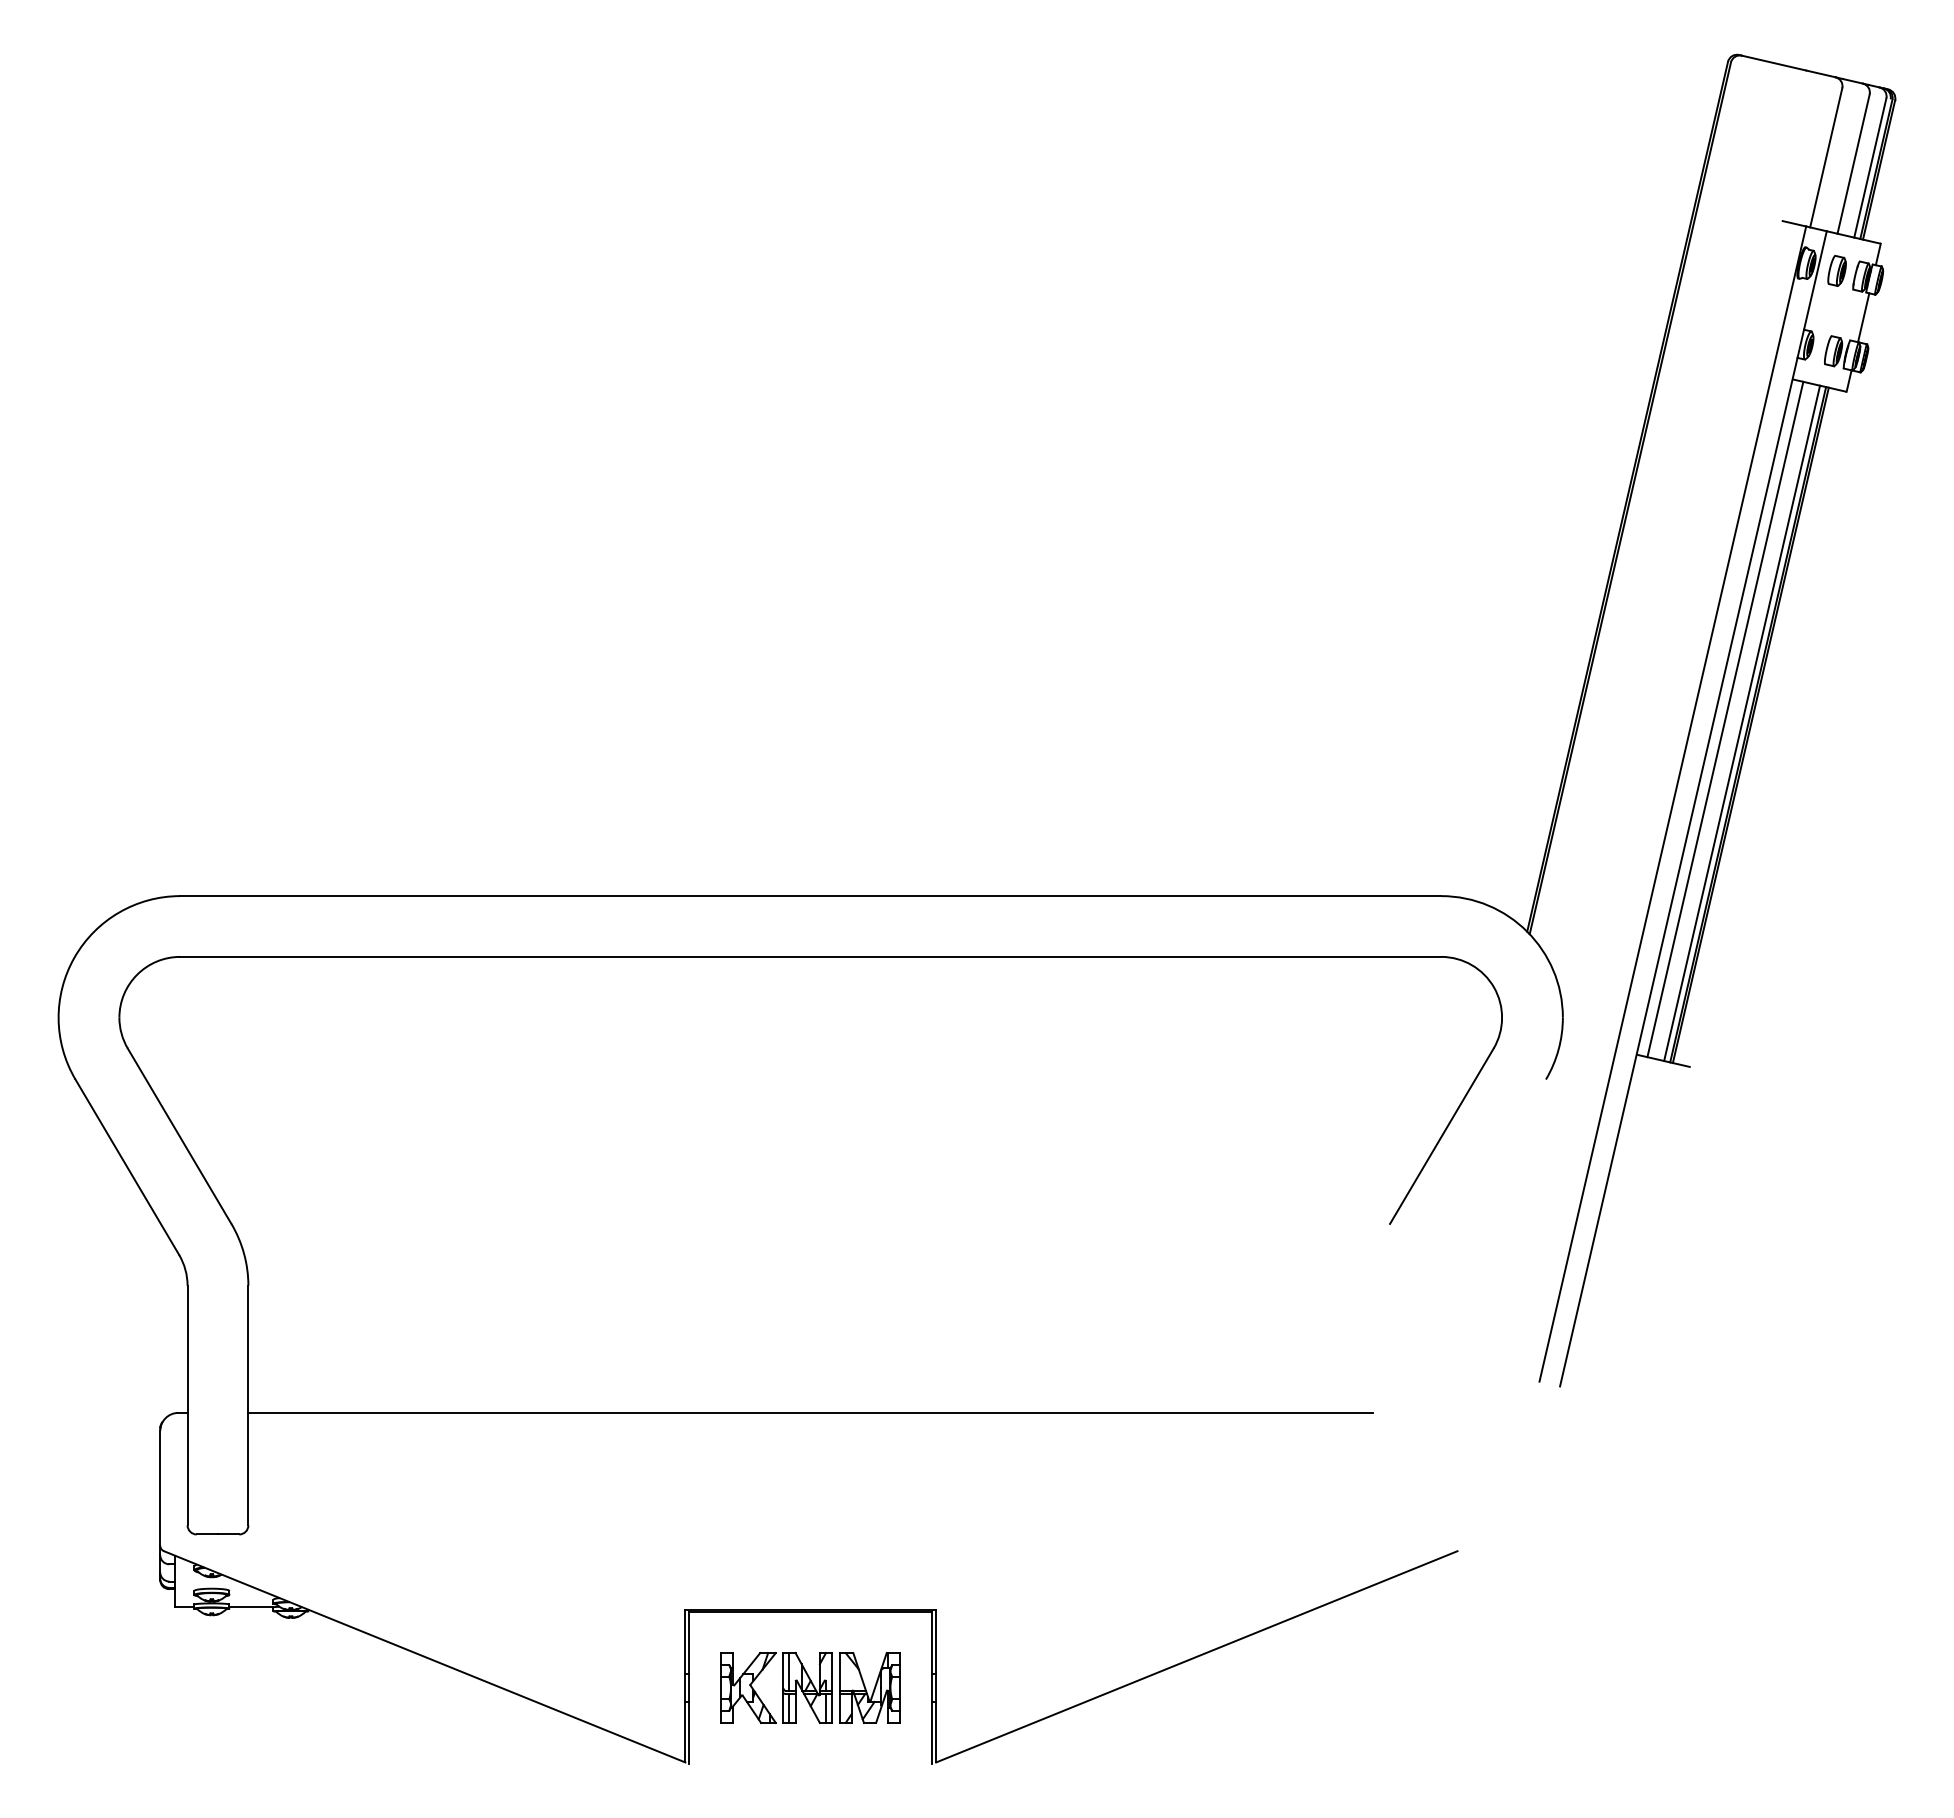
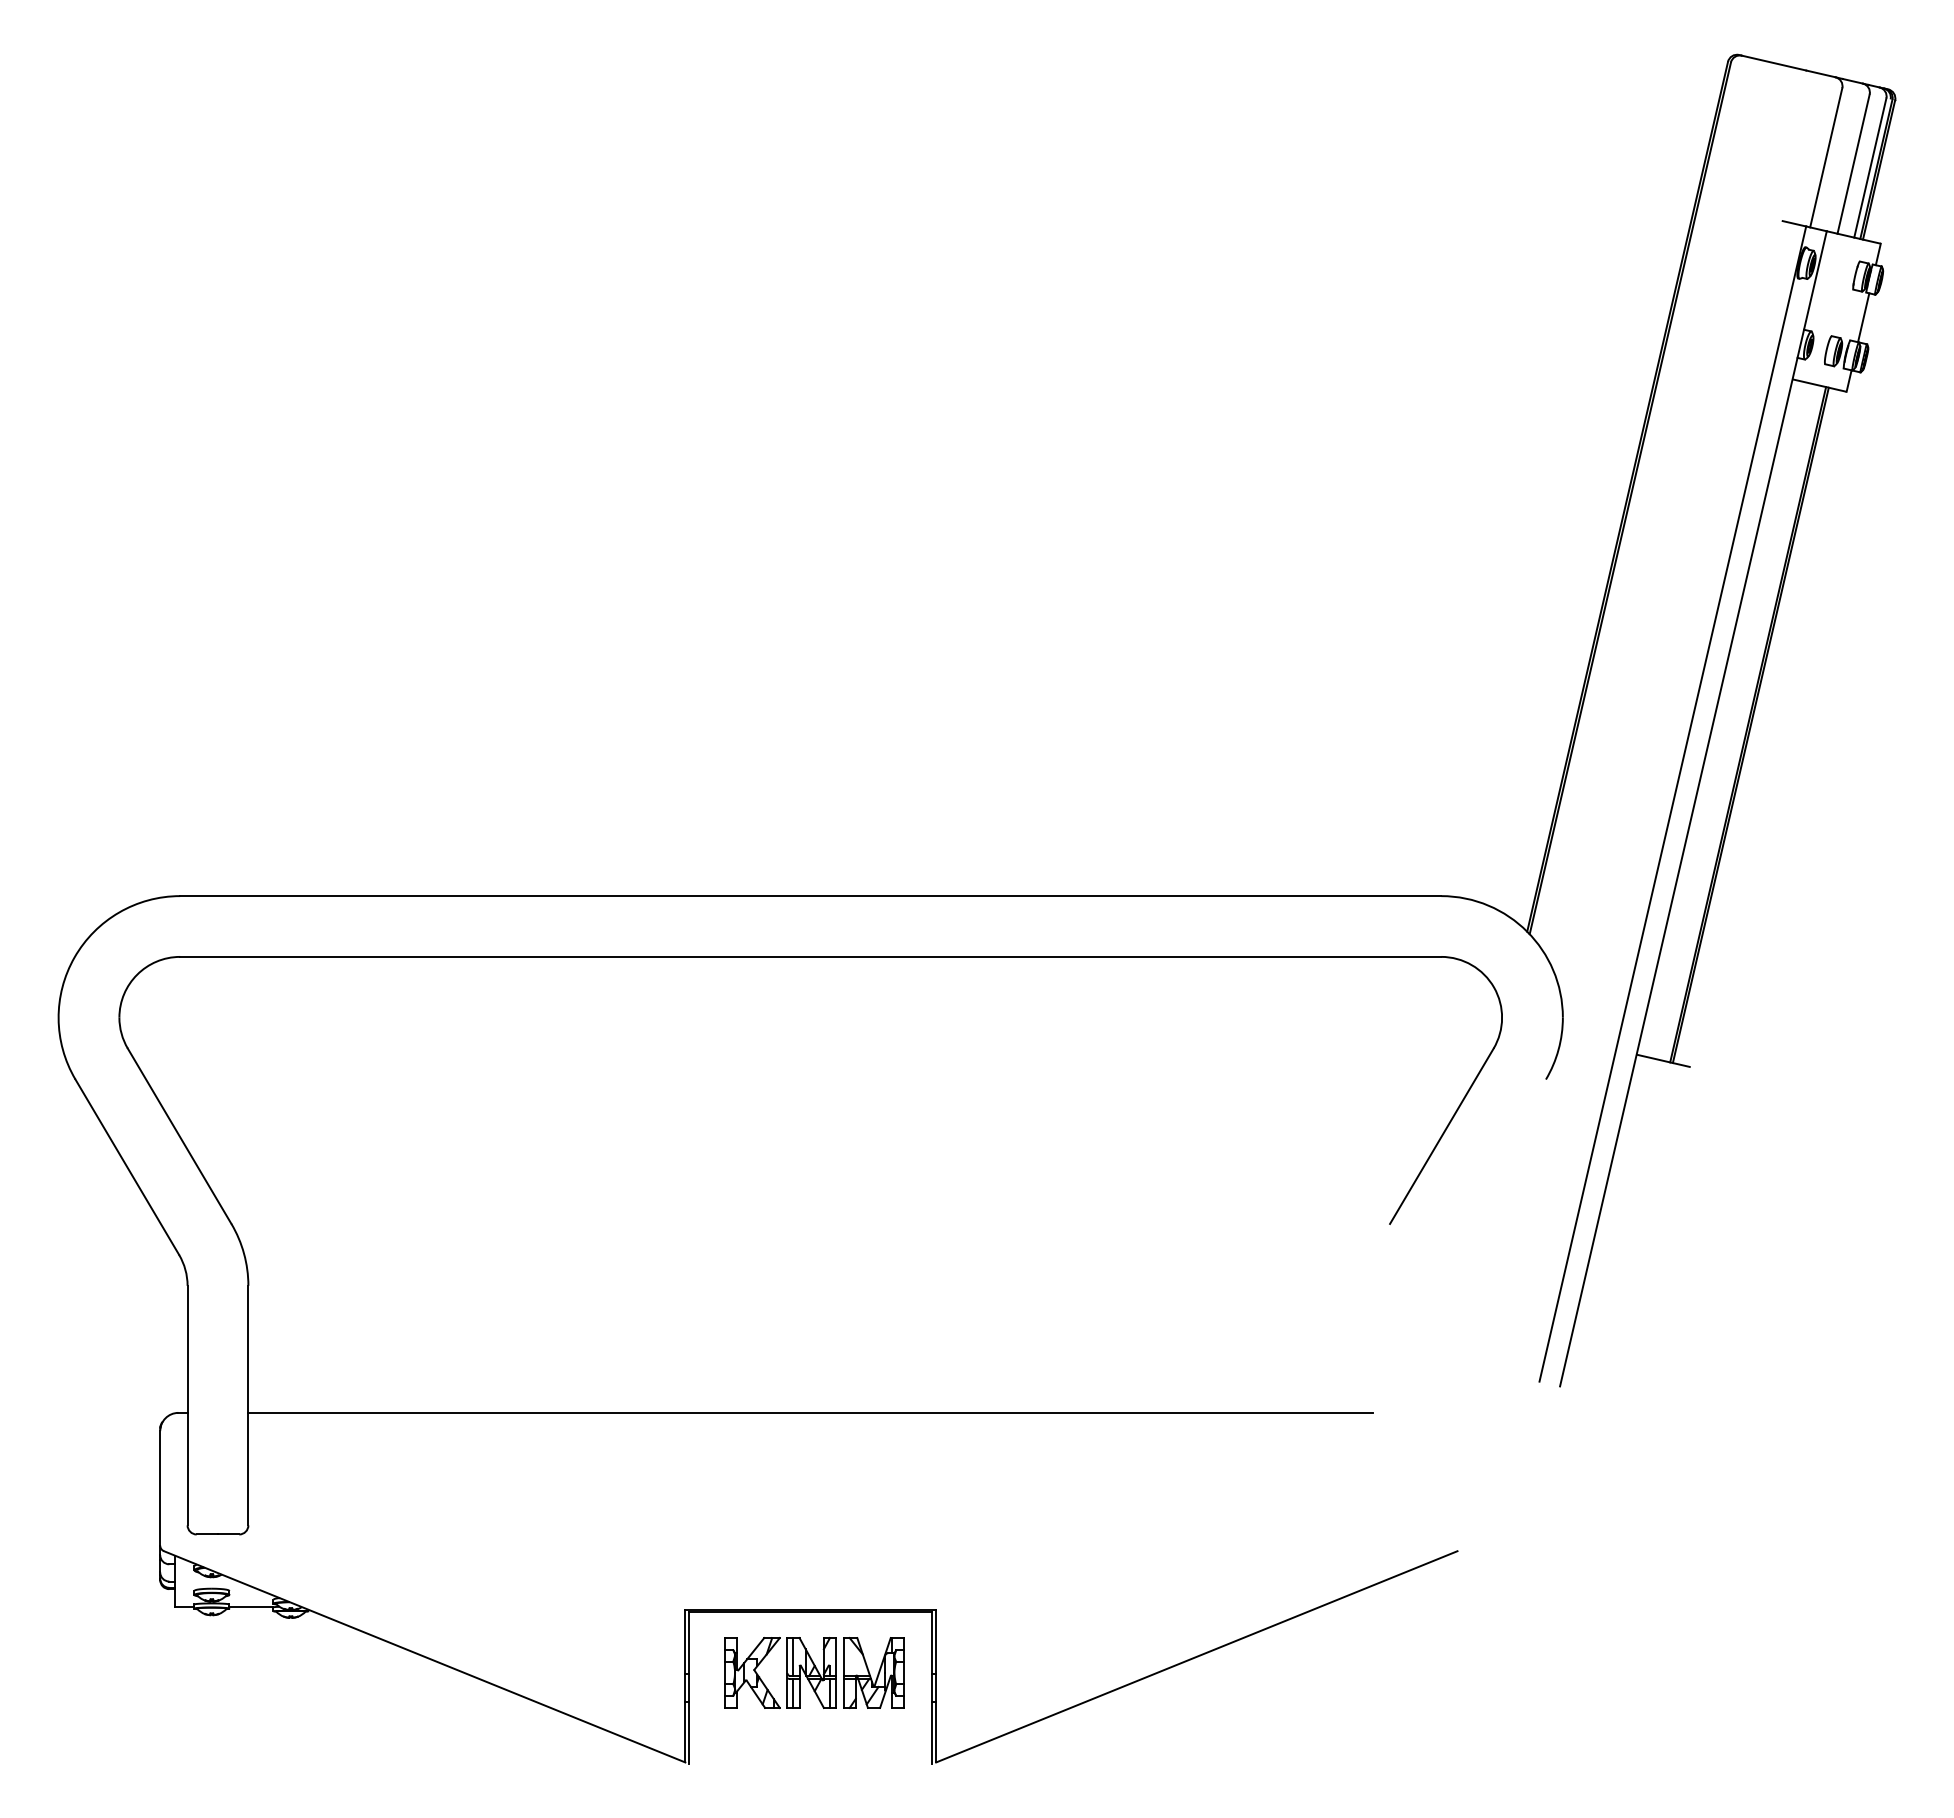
part at (1836, 270): present -> none
line at (1725, 719): present -> none
line at (1742, 723): present -> none
part at (810, 1687) position: (810, 1687) -> (814, 1672)
